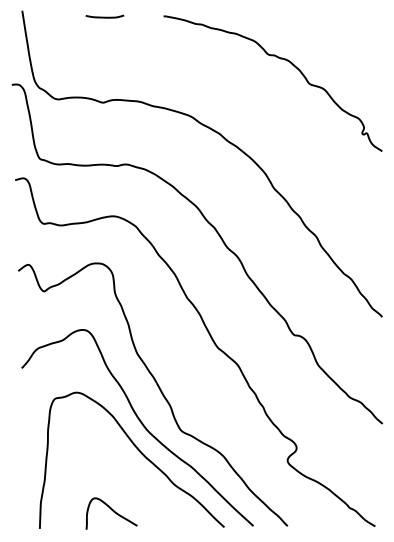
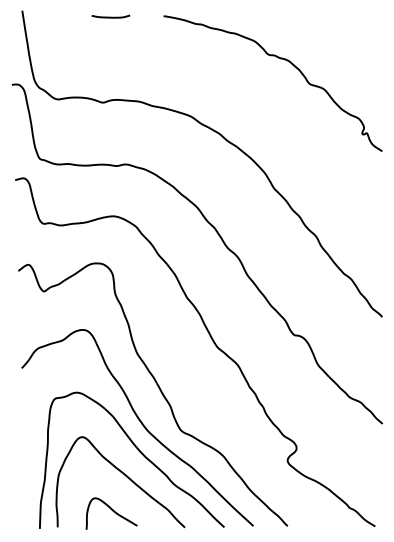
curve at (104, 16) position: (104, 16) -> (110, 16)
curve at (125, 476): none -> present
